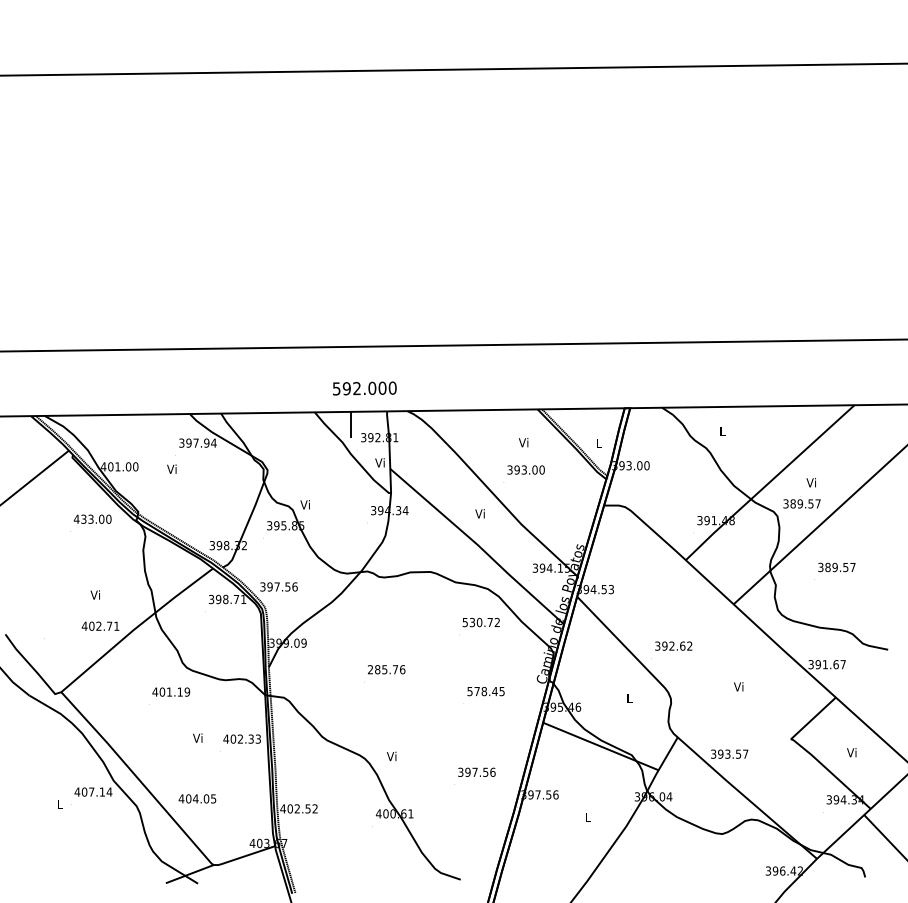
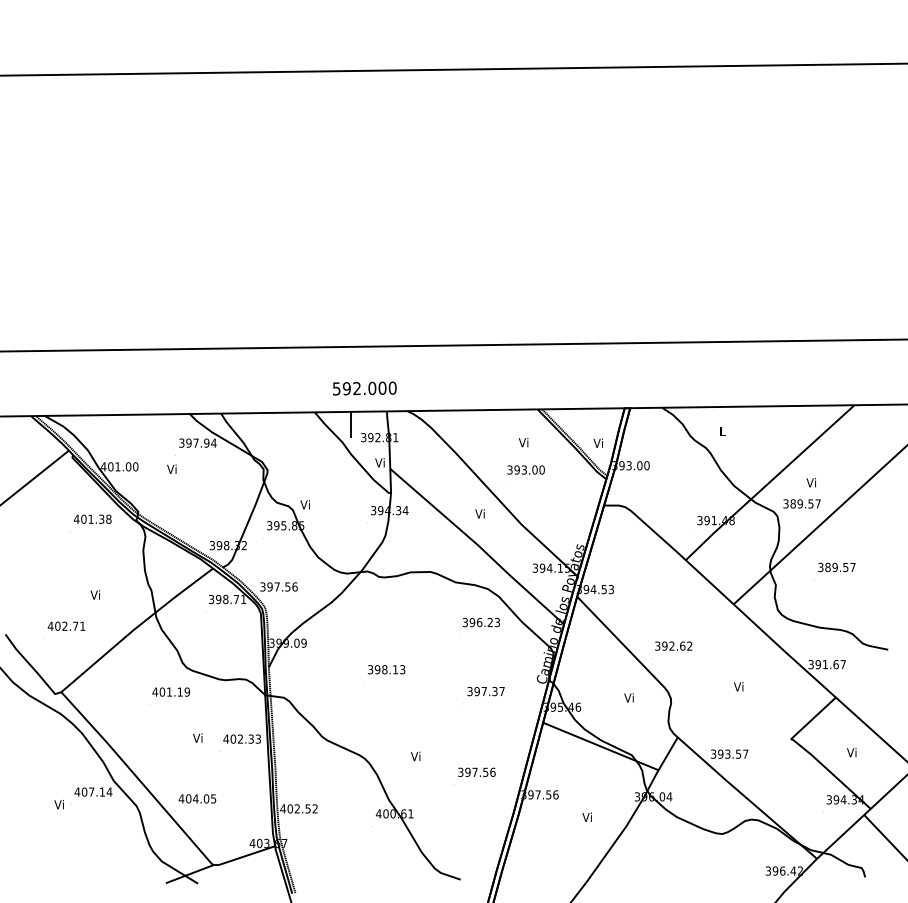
text at (597, 442): L -> Vi
text at (96, 518): 433.00 -> 401.38
text at (481, 622): 530.72 -> 396.23
text at (100, 625) position: (100, 625) -> (66, 625)
text at (386, 669): 285.76 -> 398.13
text at (485, 691): 578.45 -> 397.37
text at (628, 697): L -> Vi
text at (391, 756) position: (391, 756) -> (415, 756)
text at (58, 804): L -> Vi
text at (586, 816): L -> Vi
